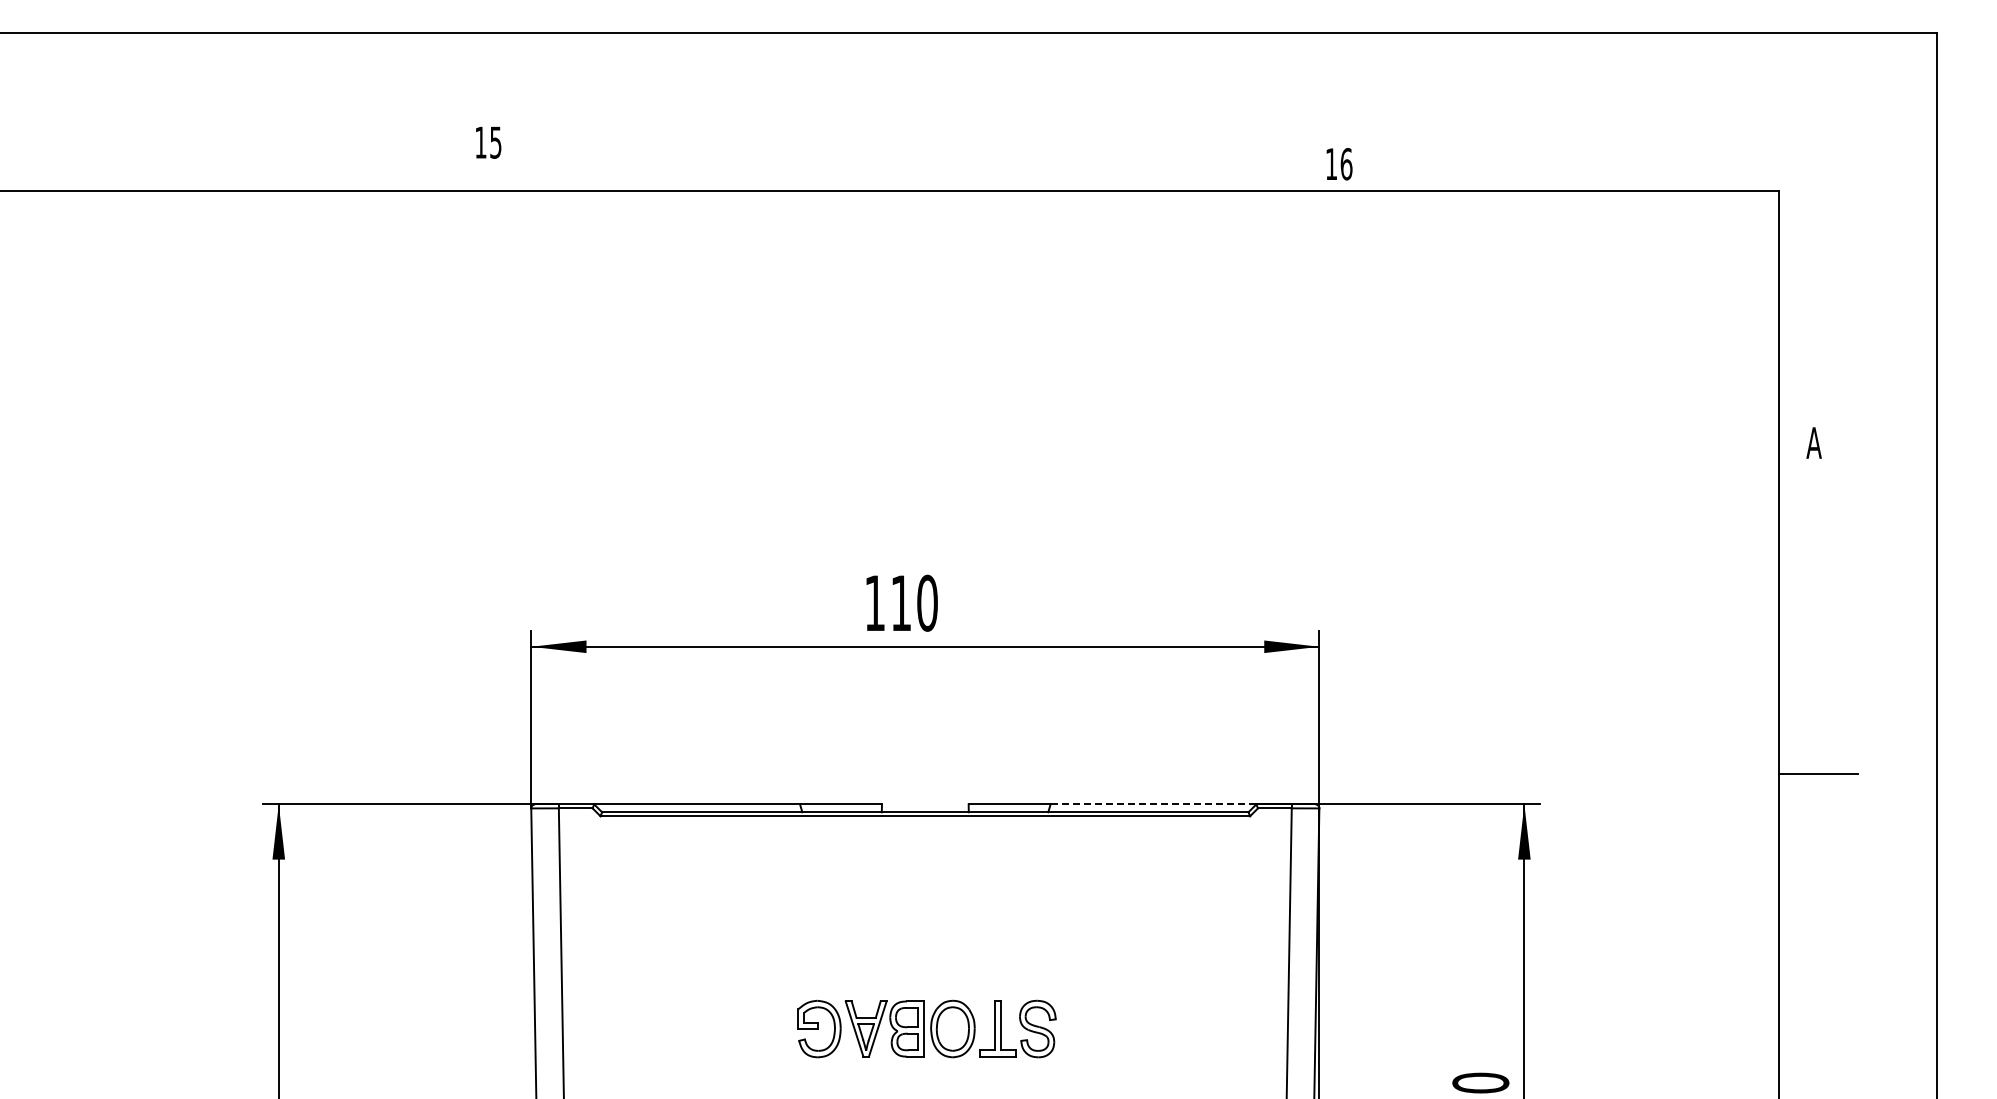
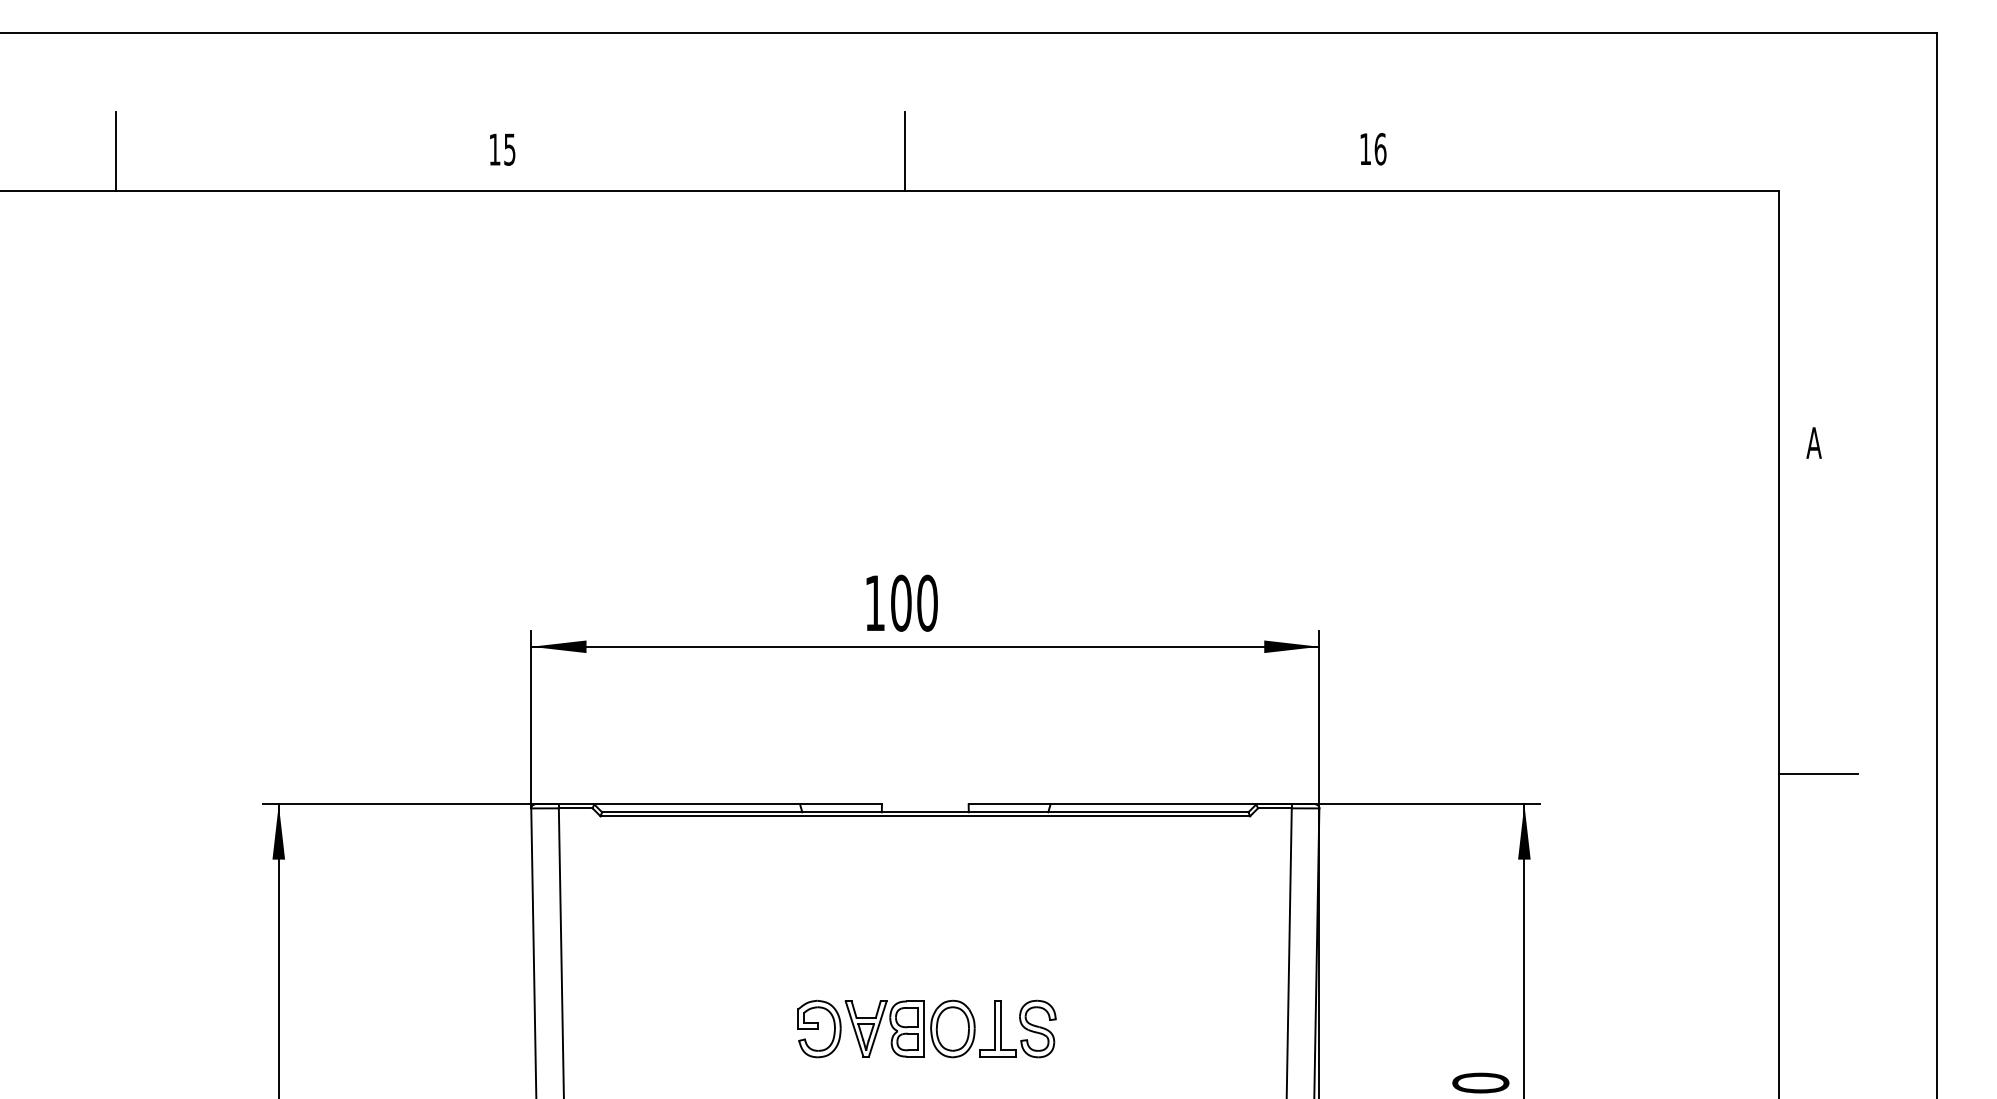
text at (488, 142) position: (488, 142) -> (502, 149)
line at (116, 150): none -> present
line at (904, 150): none -> present
text at (1339, 164) position: (1339, 164) -> (1373, 149)
text at (901, 602): 110 -> 100
line at (1153, 804): dashed -> solid
